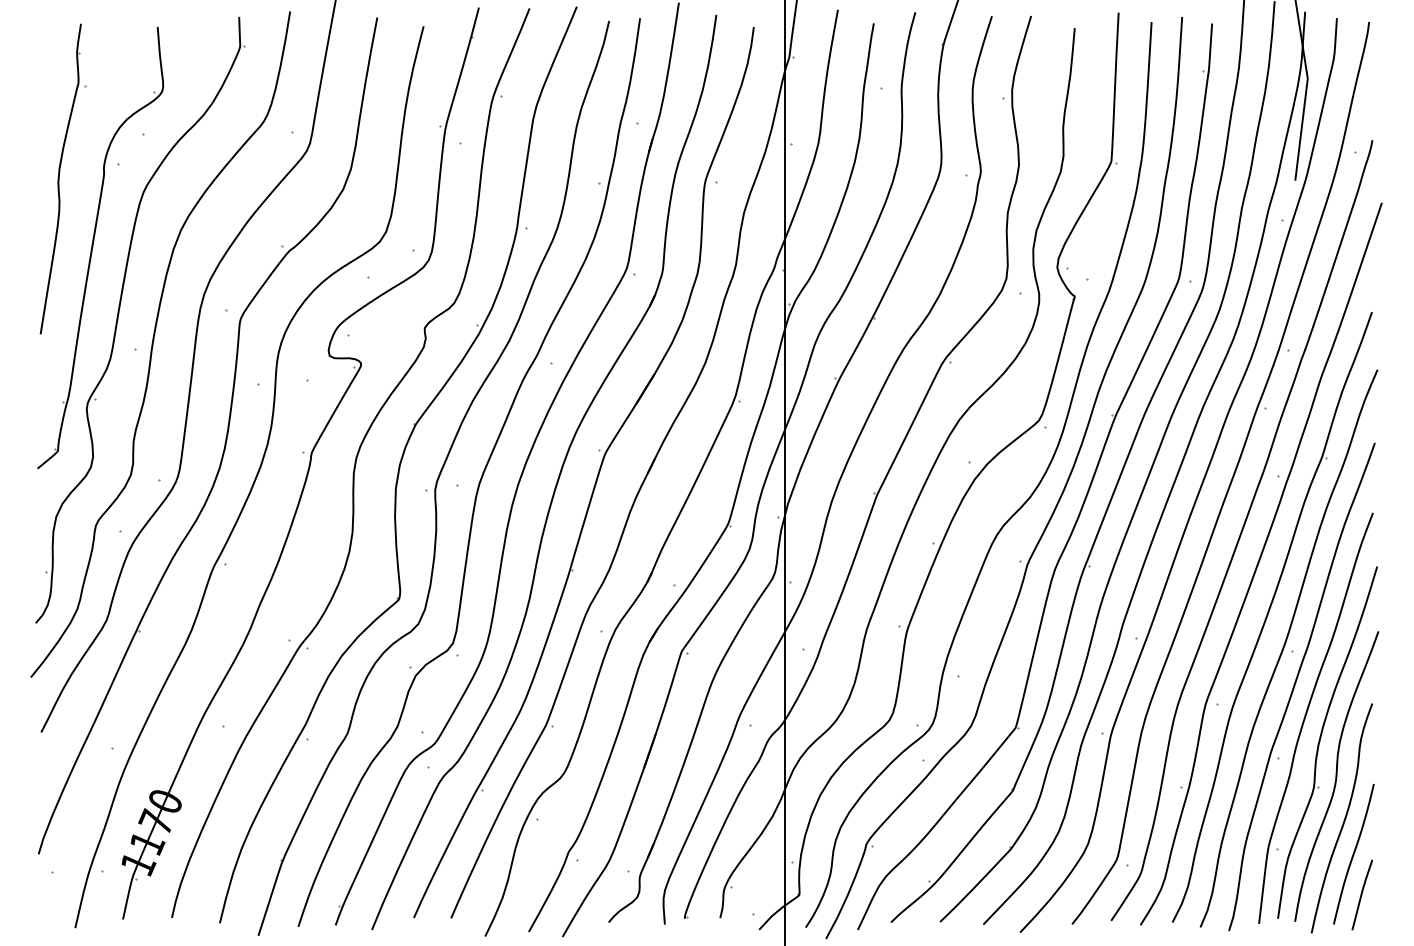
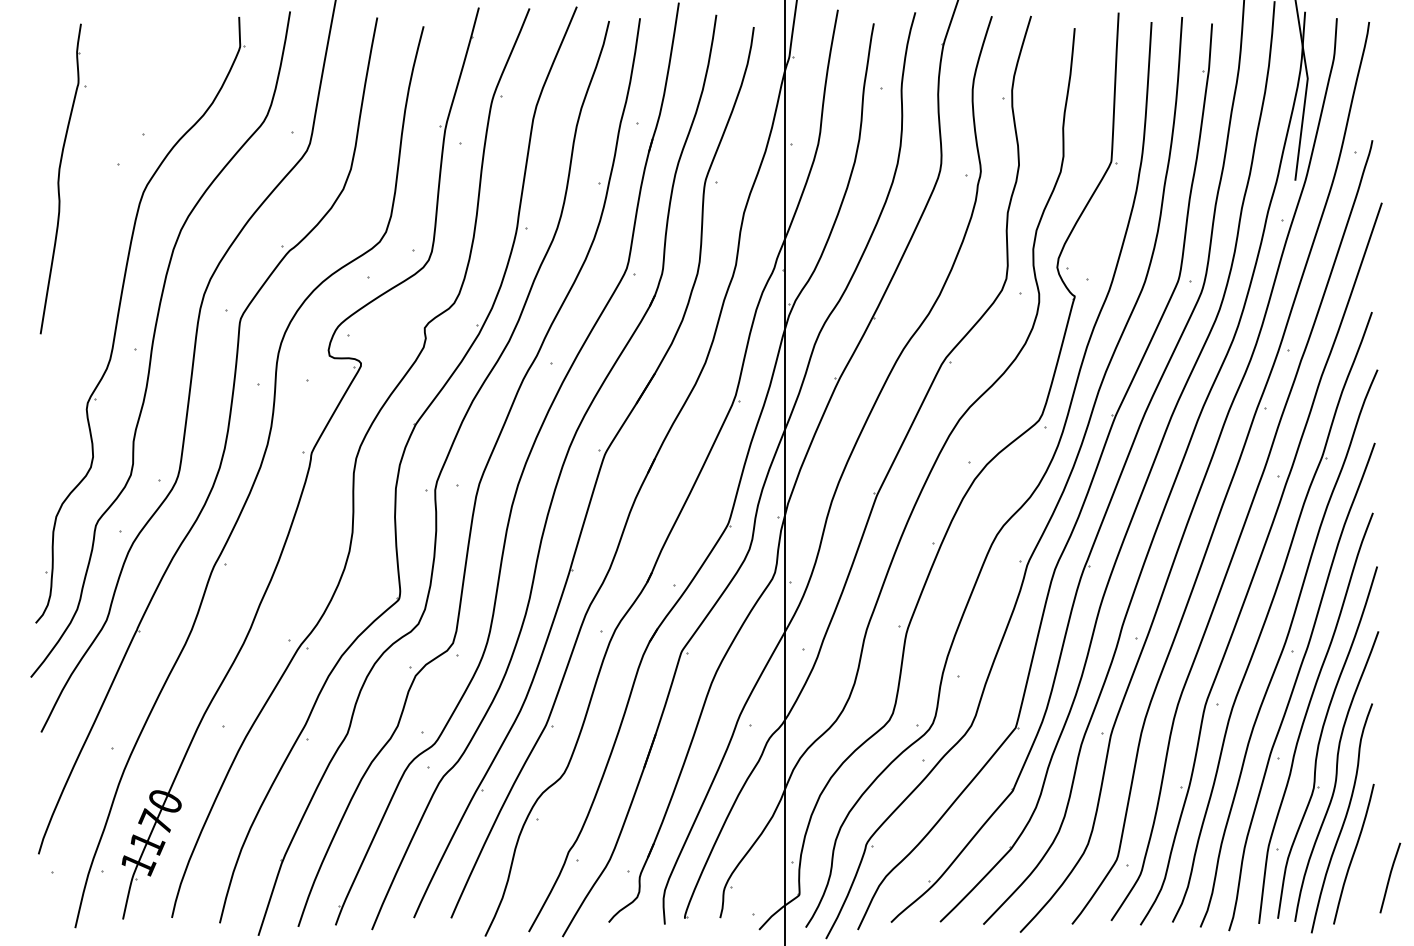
part at (93, 247): present -> none
curve at (1362, 894) position: (1362, 894) -> (1390, 877)
